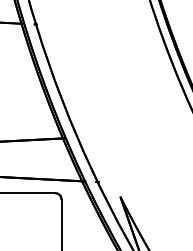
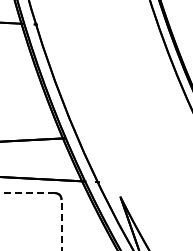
line at (27, 193): solid -> dashed
line at (61, 224): solid -> dashed
